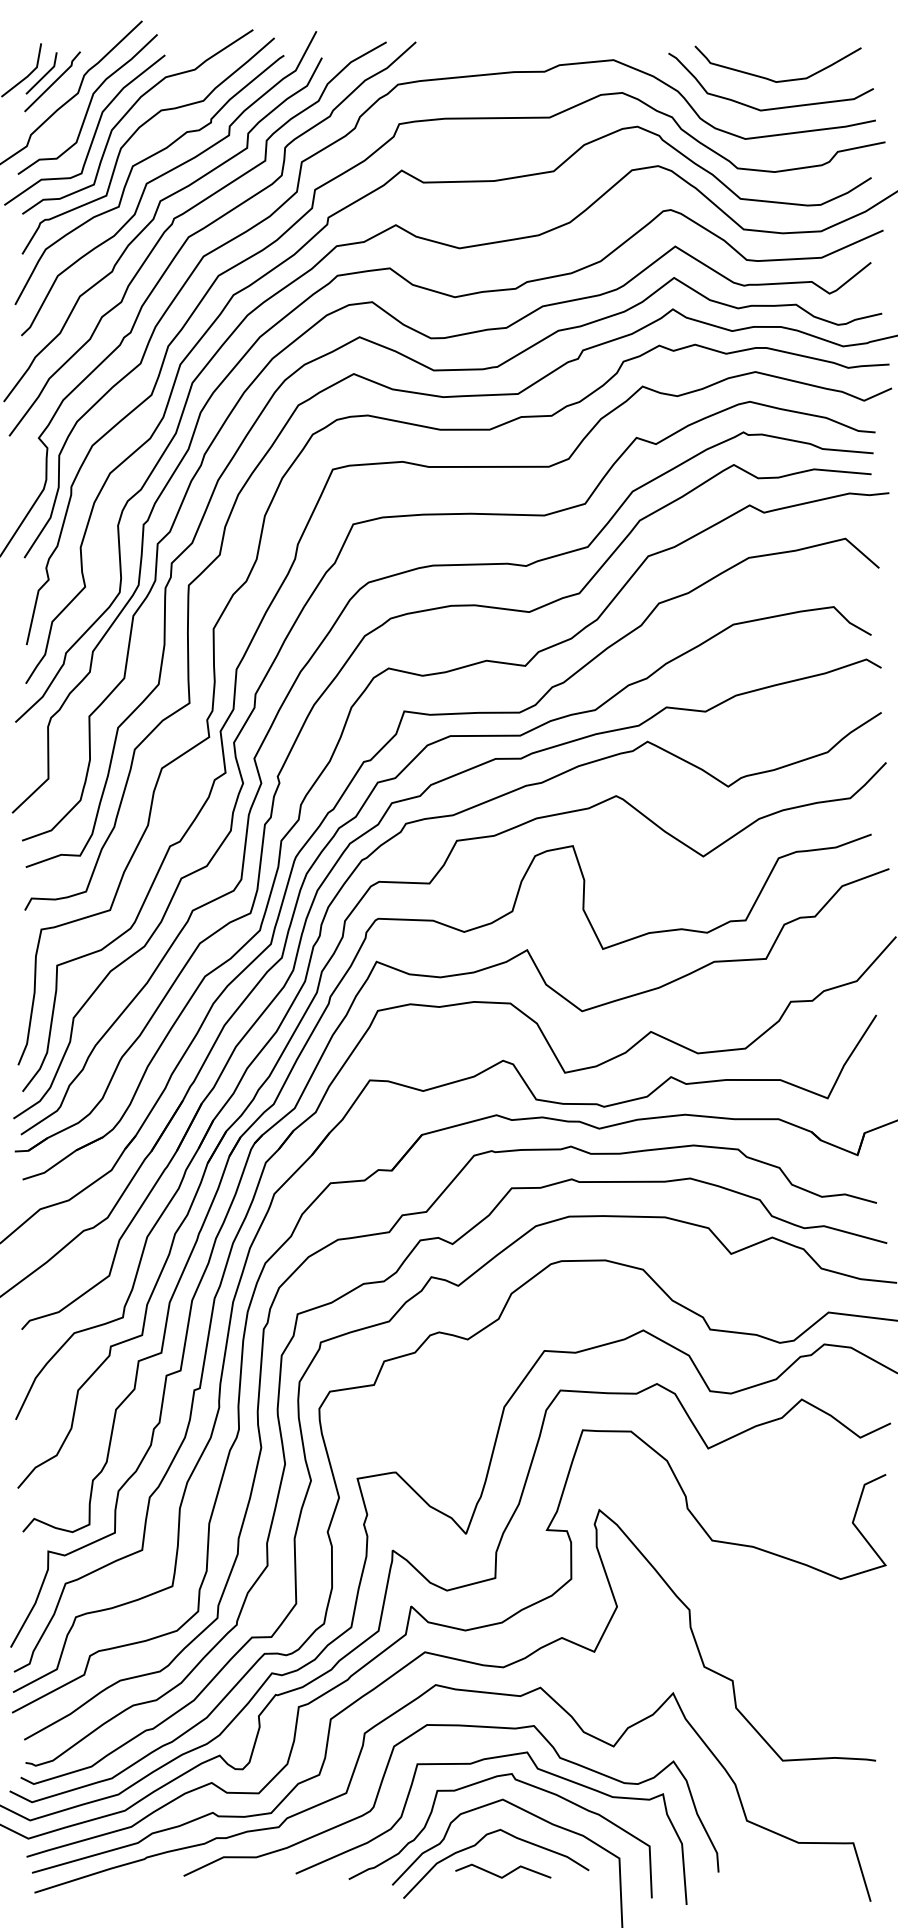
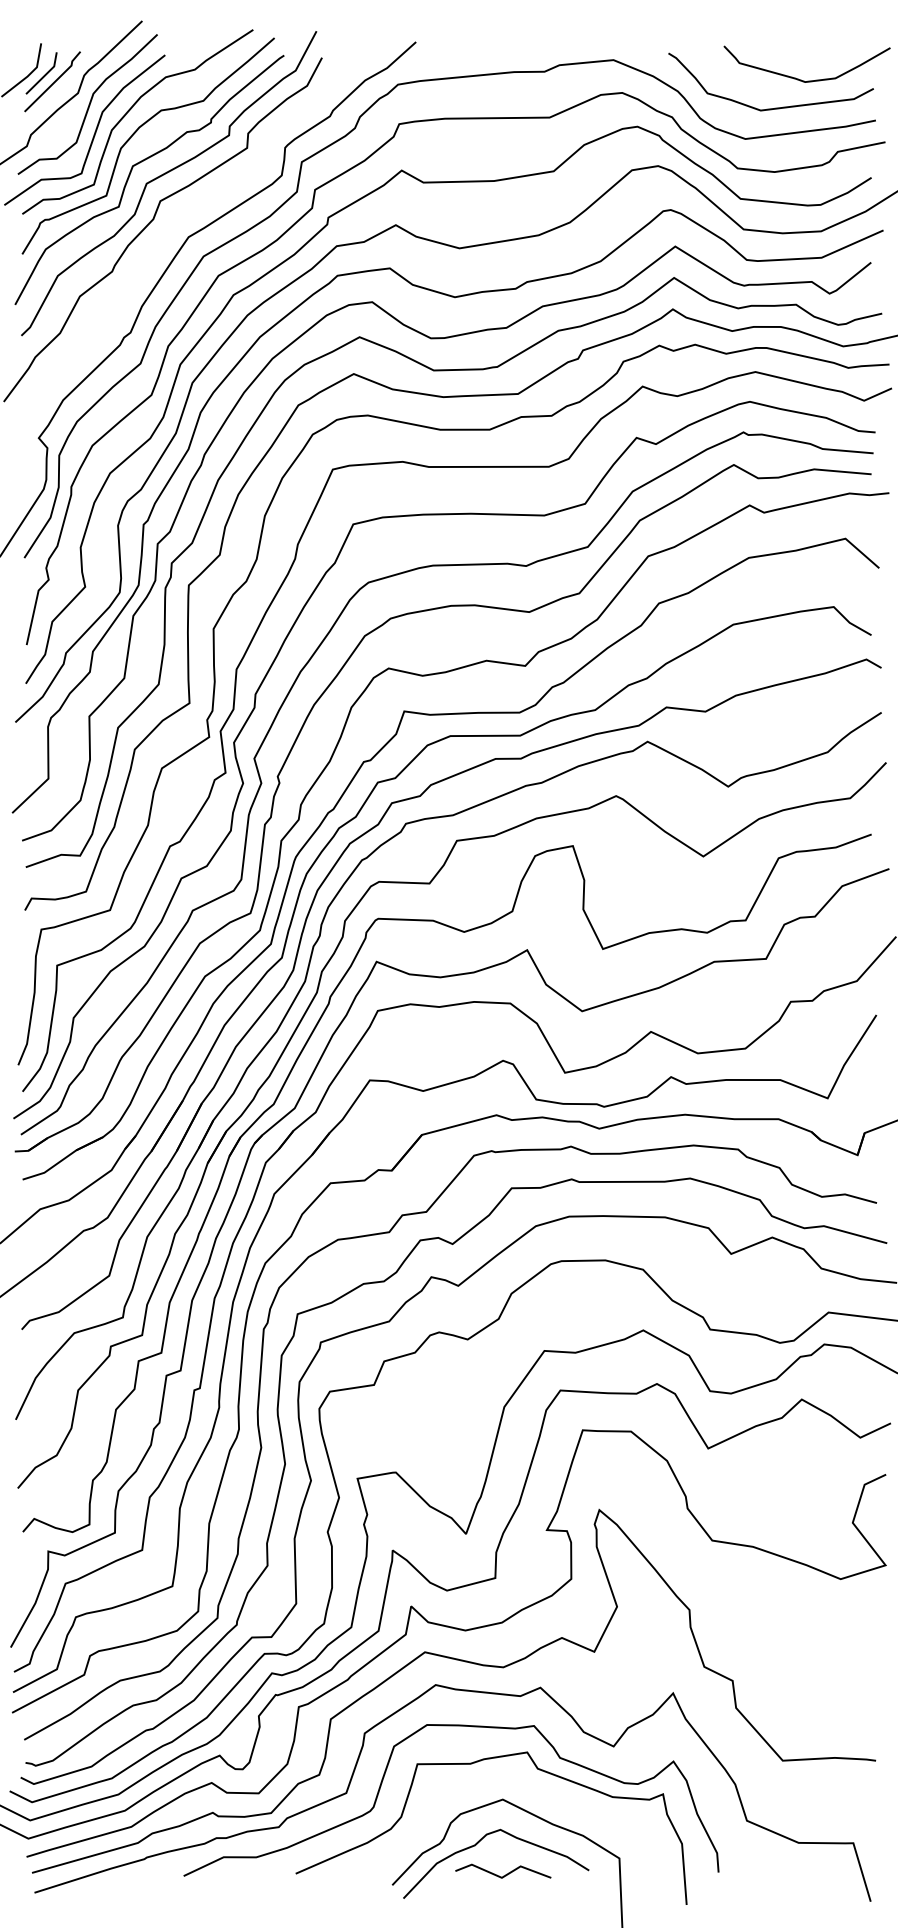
curve at (772, 79) position: (772, 79) -> (801, 79)
curve at (182, 215): present -> none
curve at (482, 1782): present -> none
